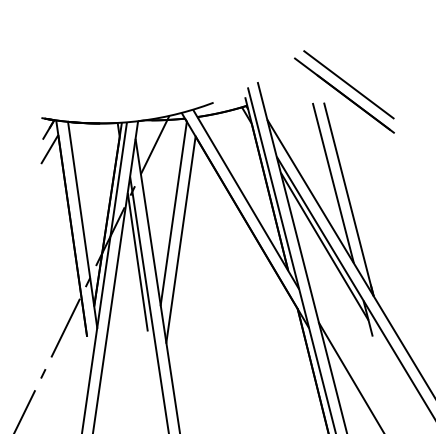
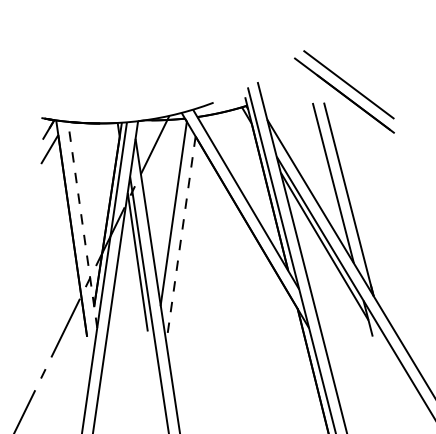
line at (82, 224): solid -> dashed
line at (180, 240): solid -> dashed
line at (350, 376): present -> none
